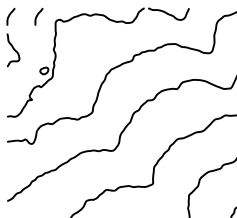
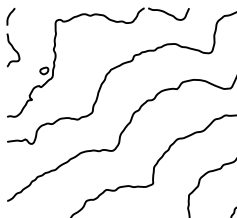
curve at (38, 15): present -> none
